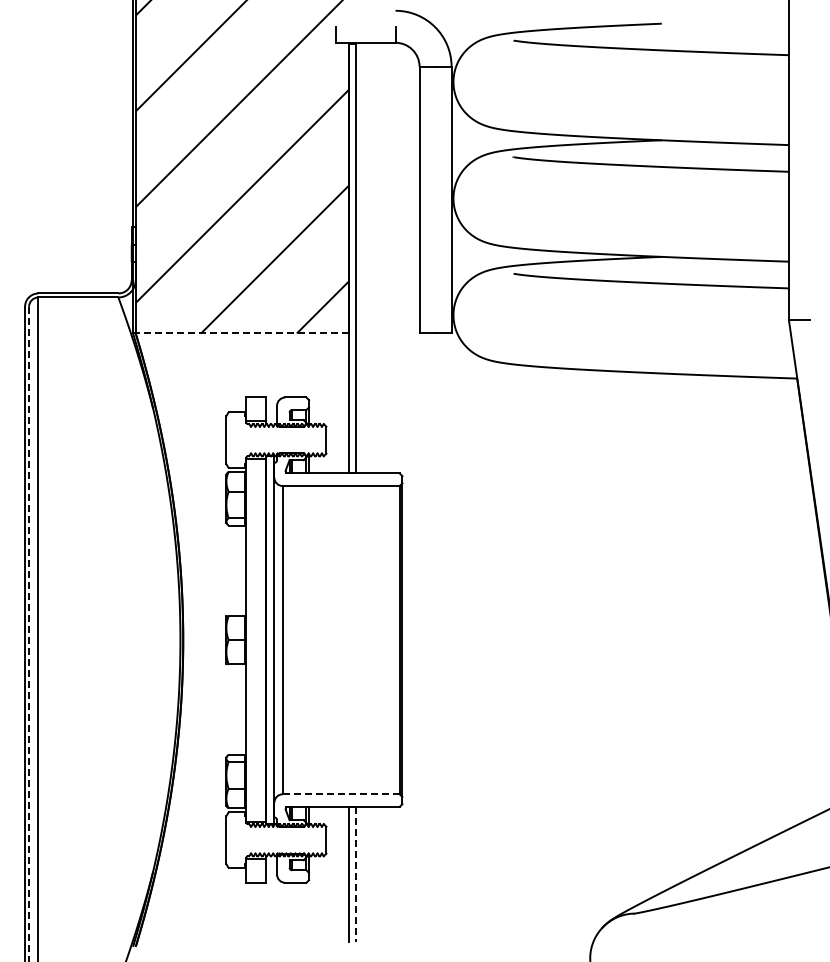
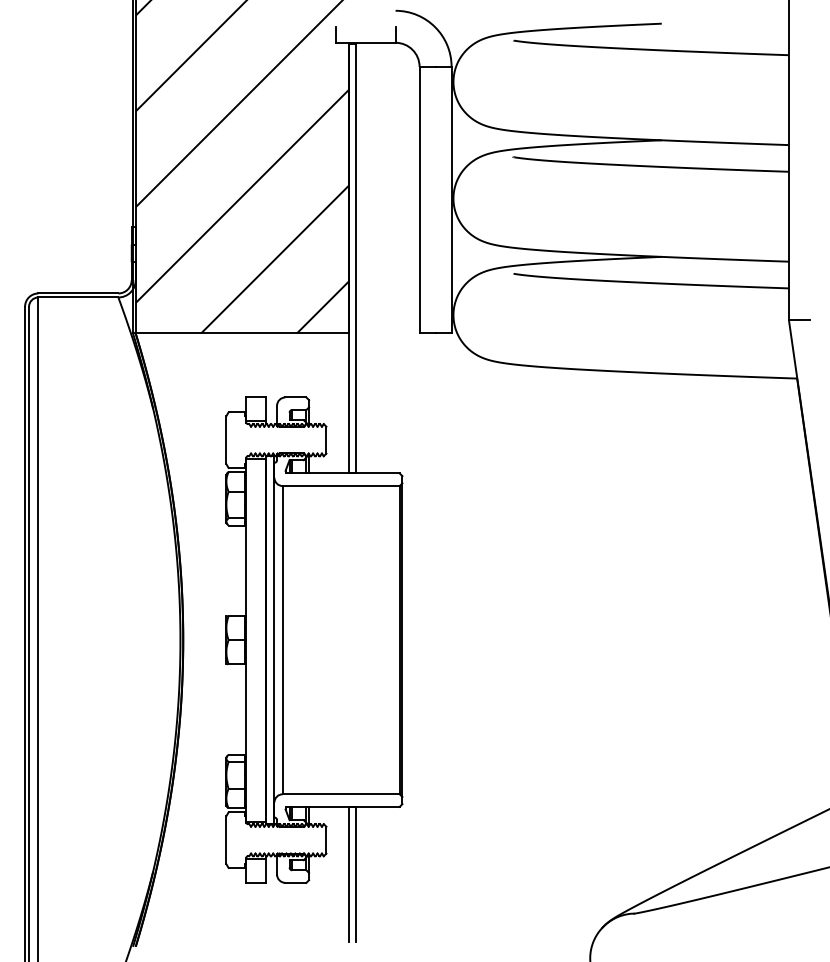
line at (242, 333): dashed -> solid
line at (29, 633): dashed -> solid
line at (341, 794): dashed -> solid
line at (356, 874): dashed -> solid
